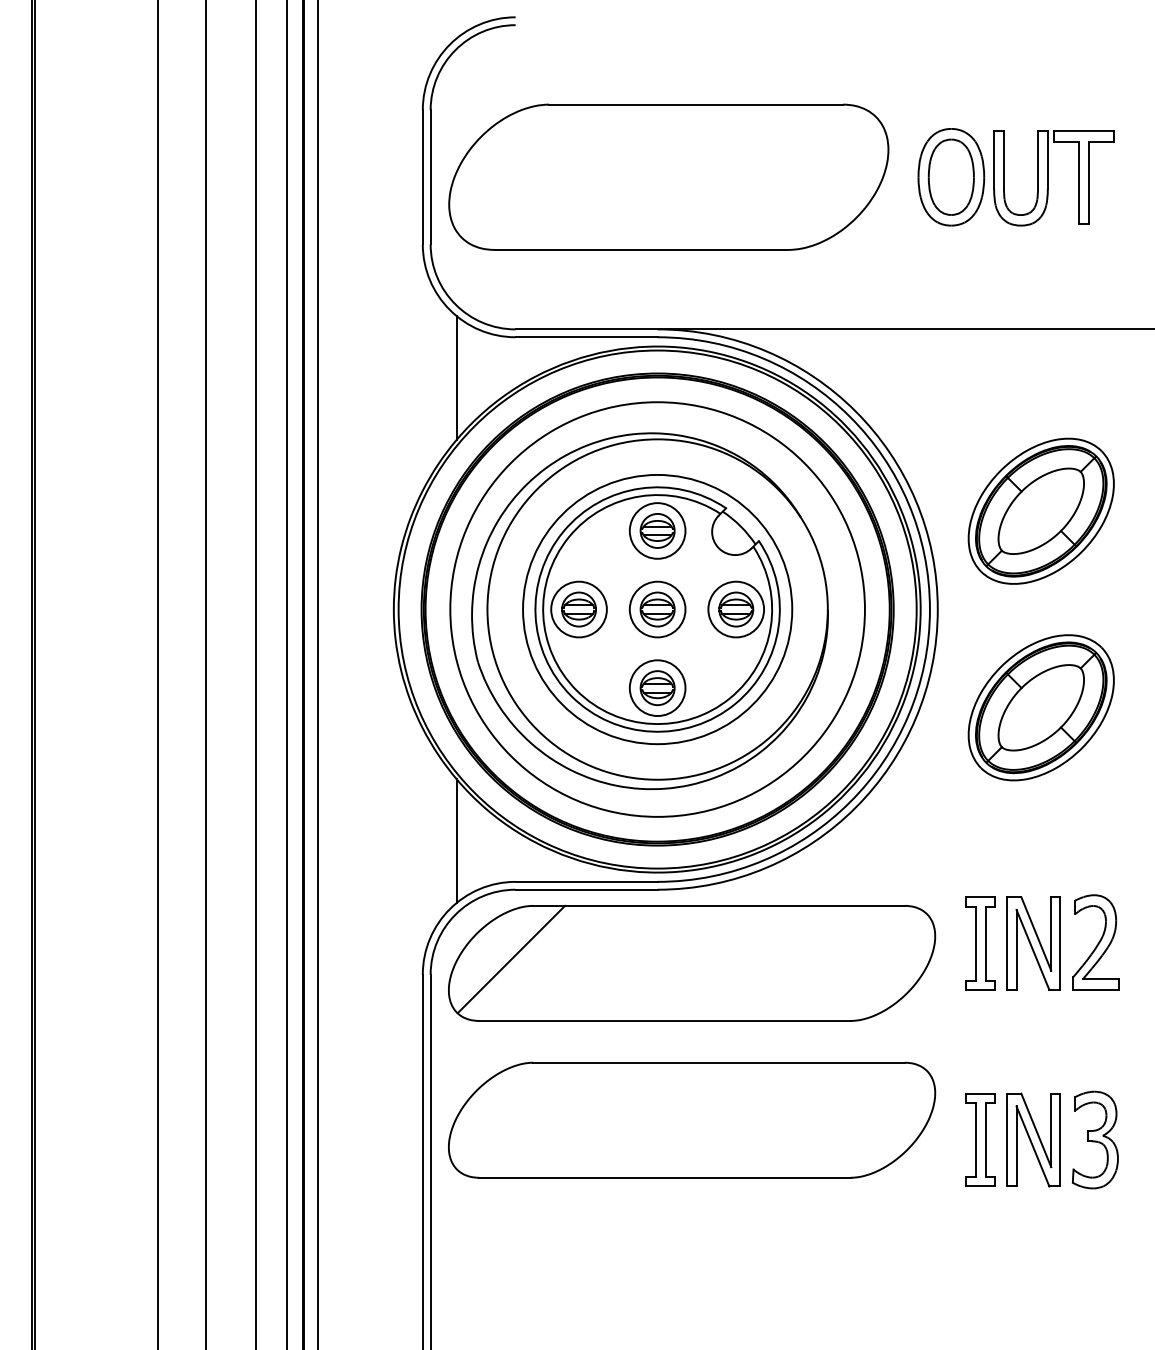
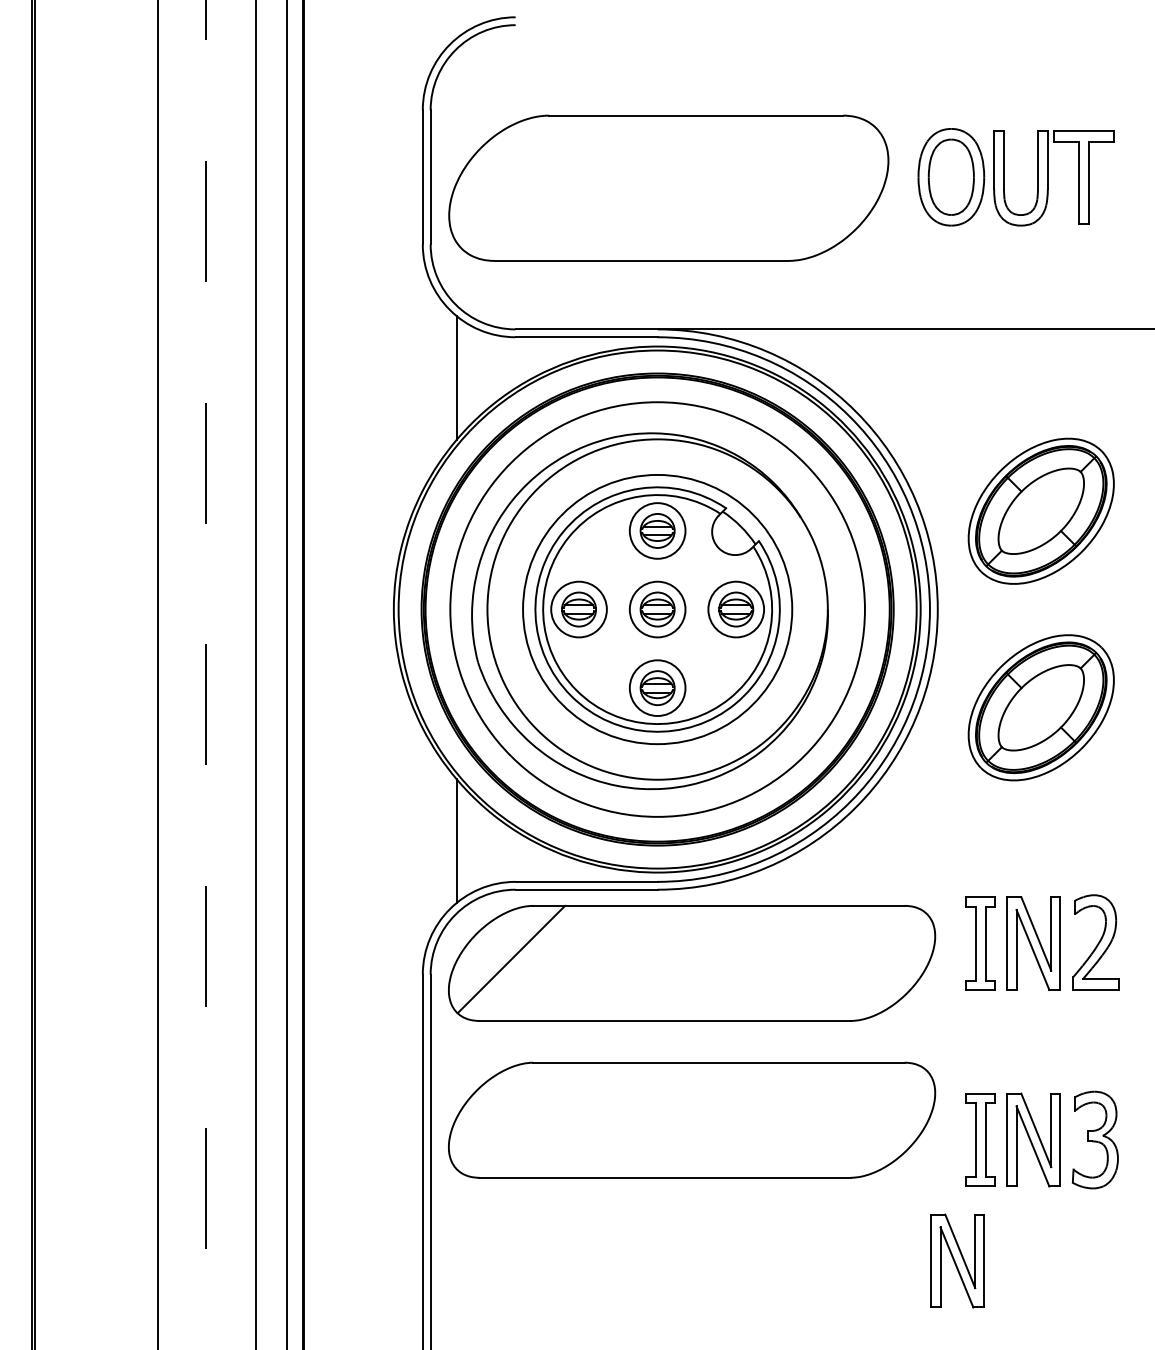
part at (668, 176) position: (668, 176) -> (668, 187)
line at (206, 674): solid -> dashed
line at (317, 674): present -> none
part at (957, 1260): none -> present
